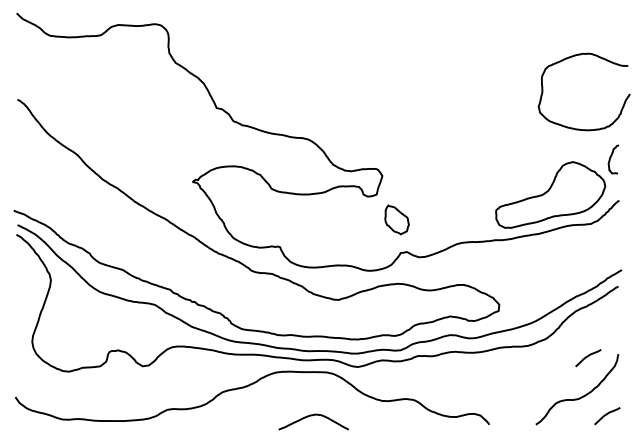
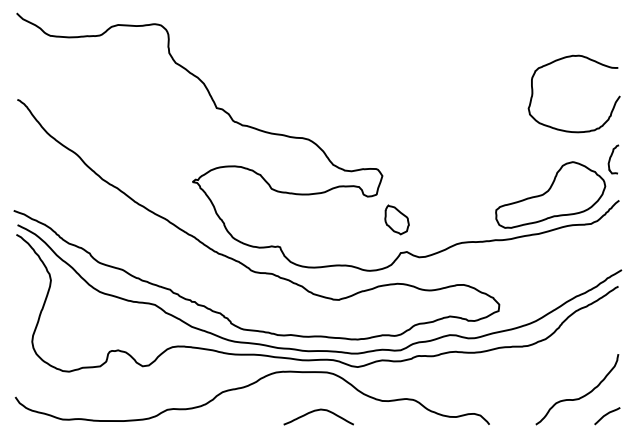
curve at (572, 57) position: (572, 57) -> (562, 59)
curve at (587, 357): present -> none
curve at (312, 416) position: (312, 416) -> (317, 411)
